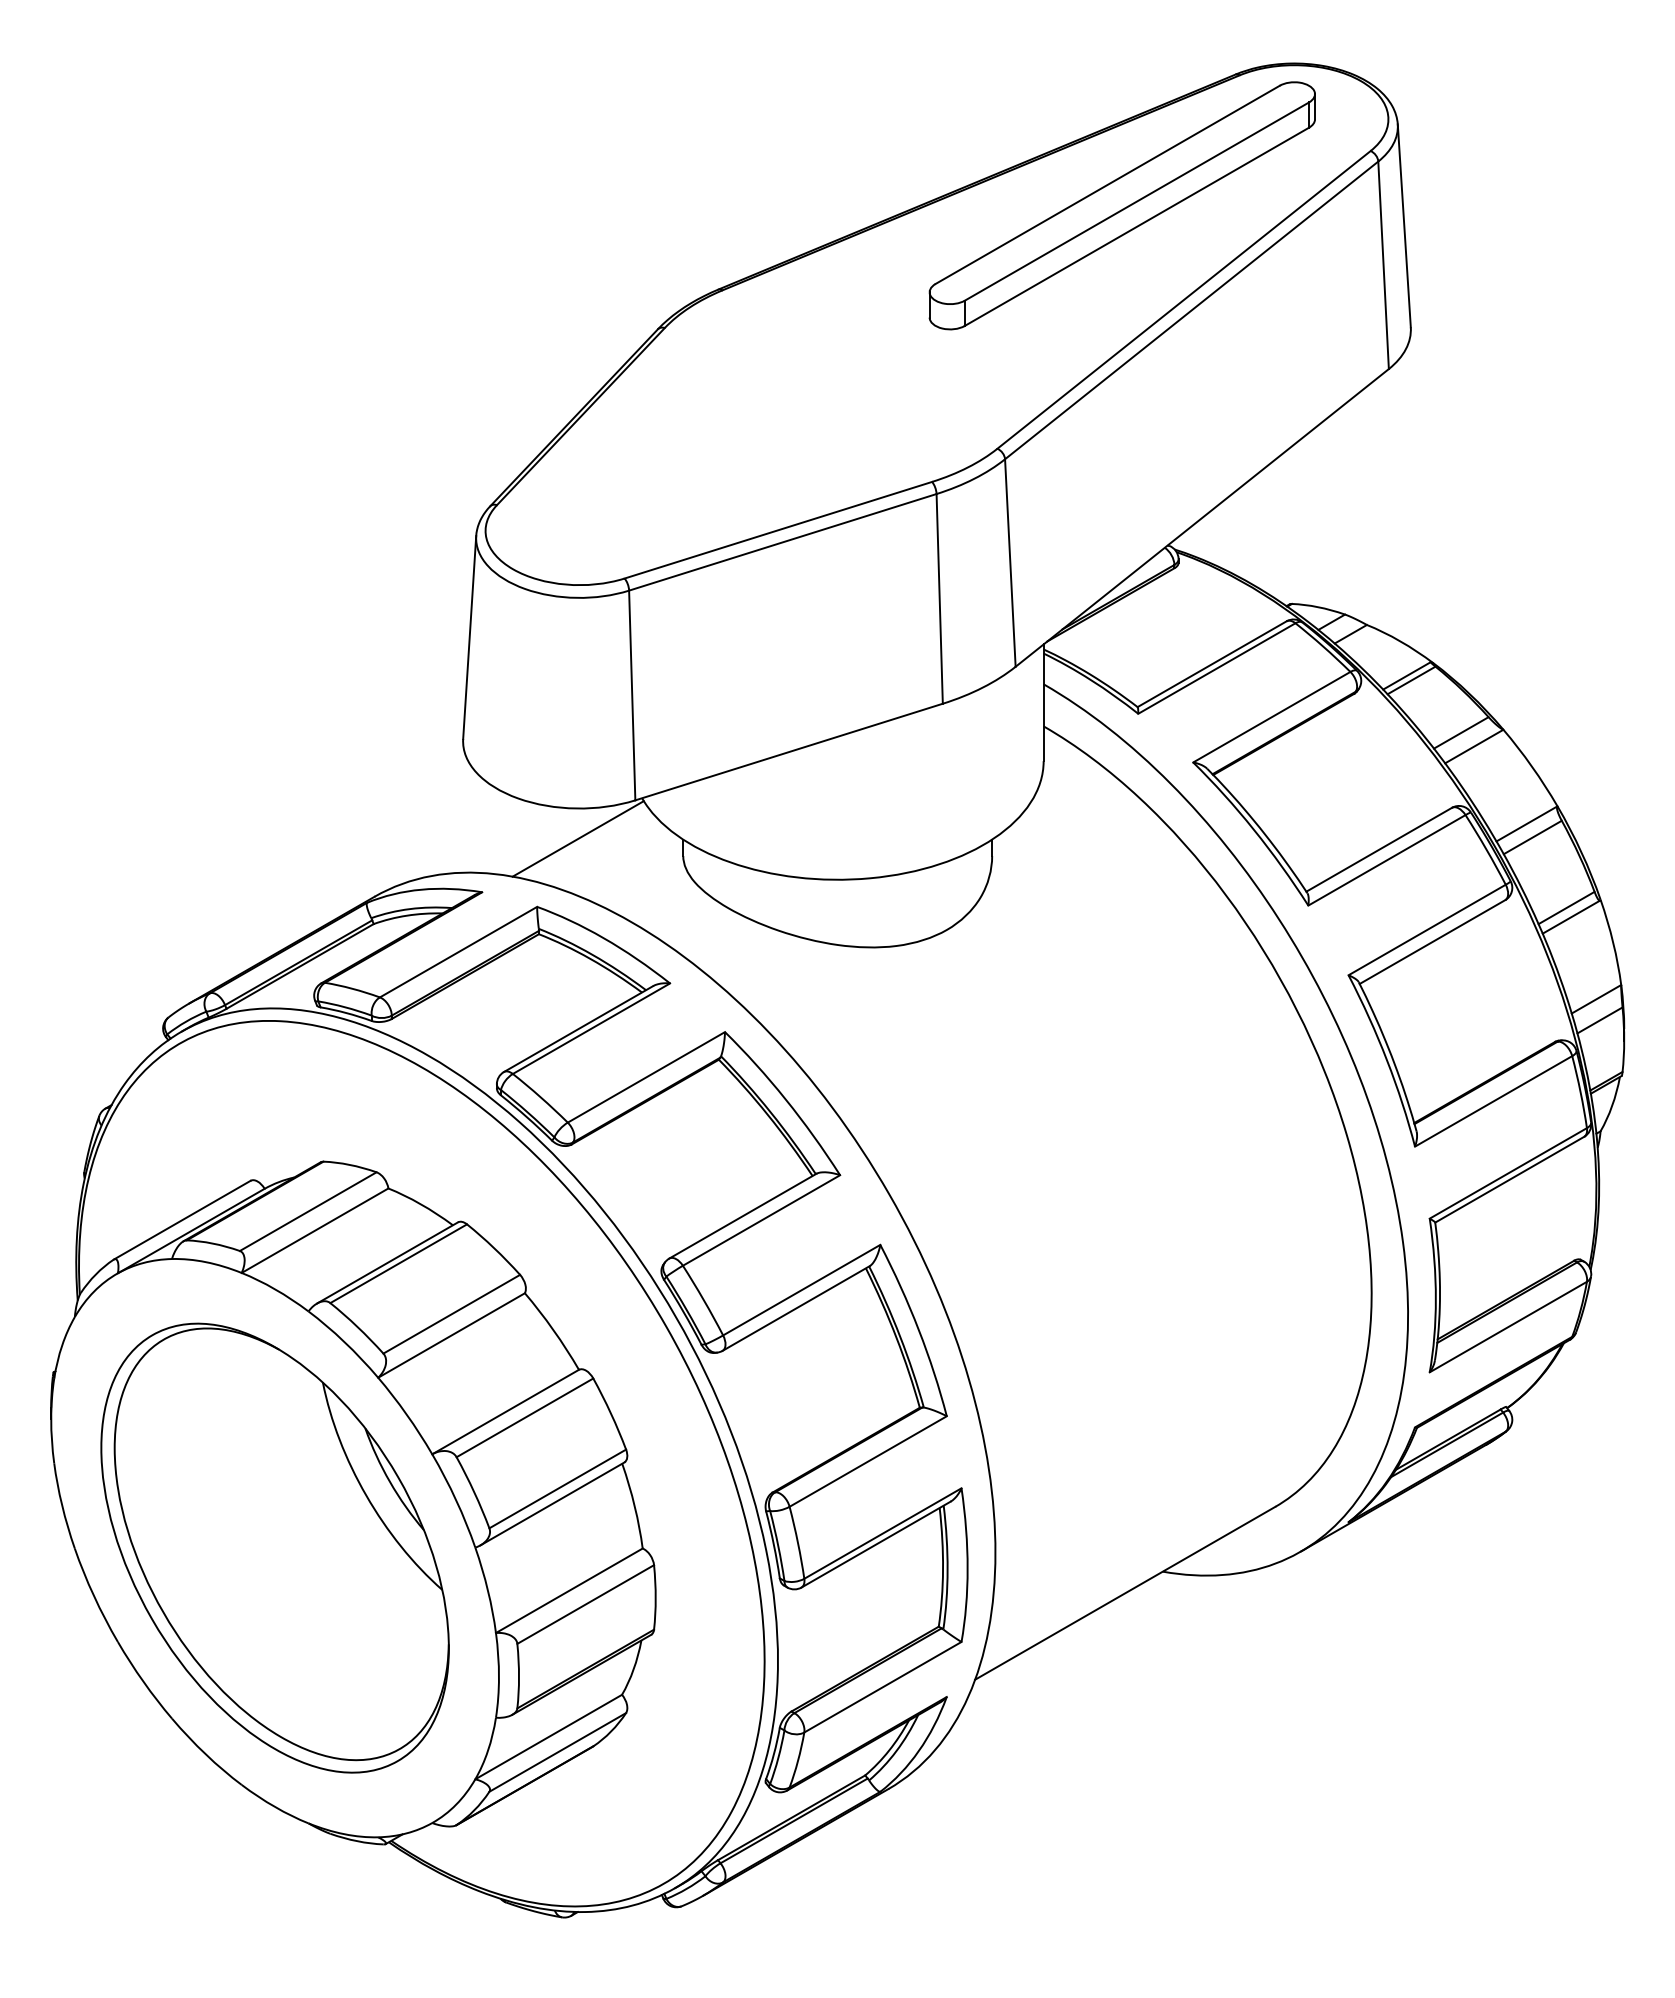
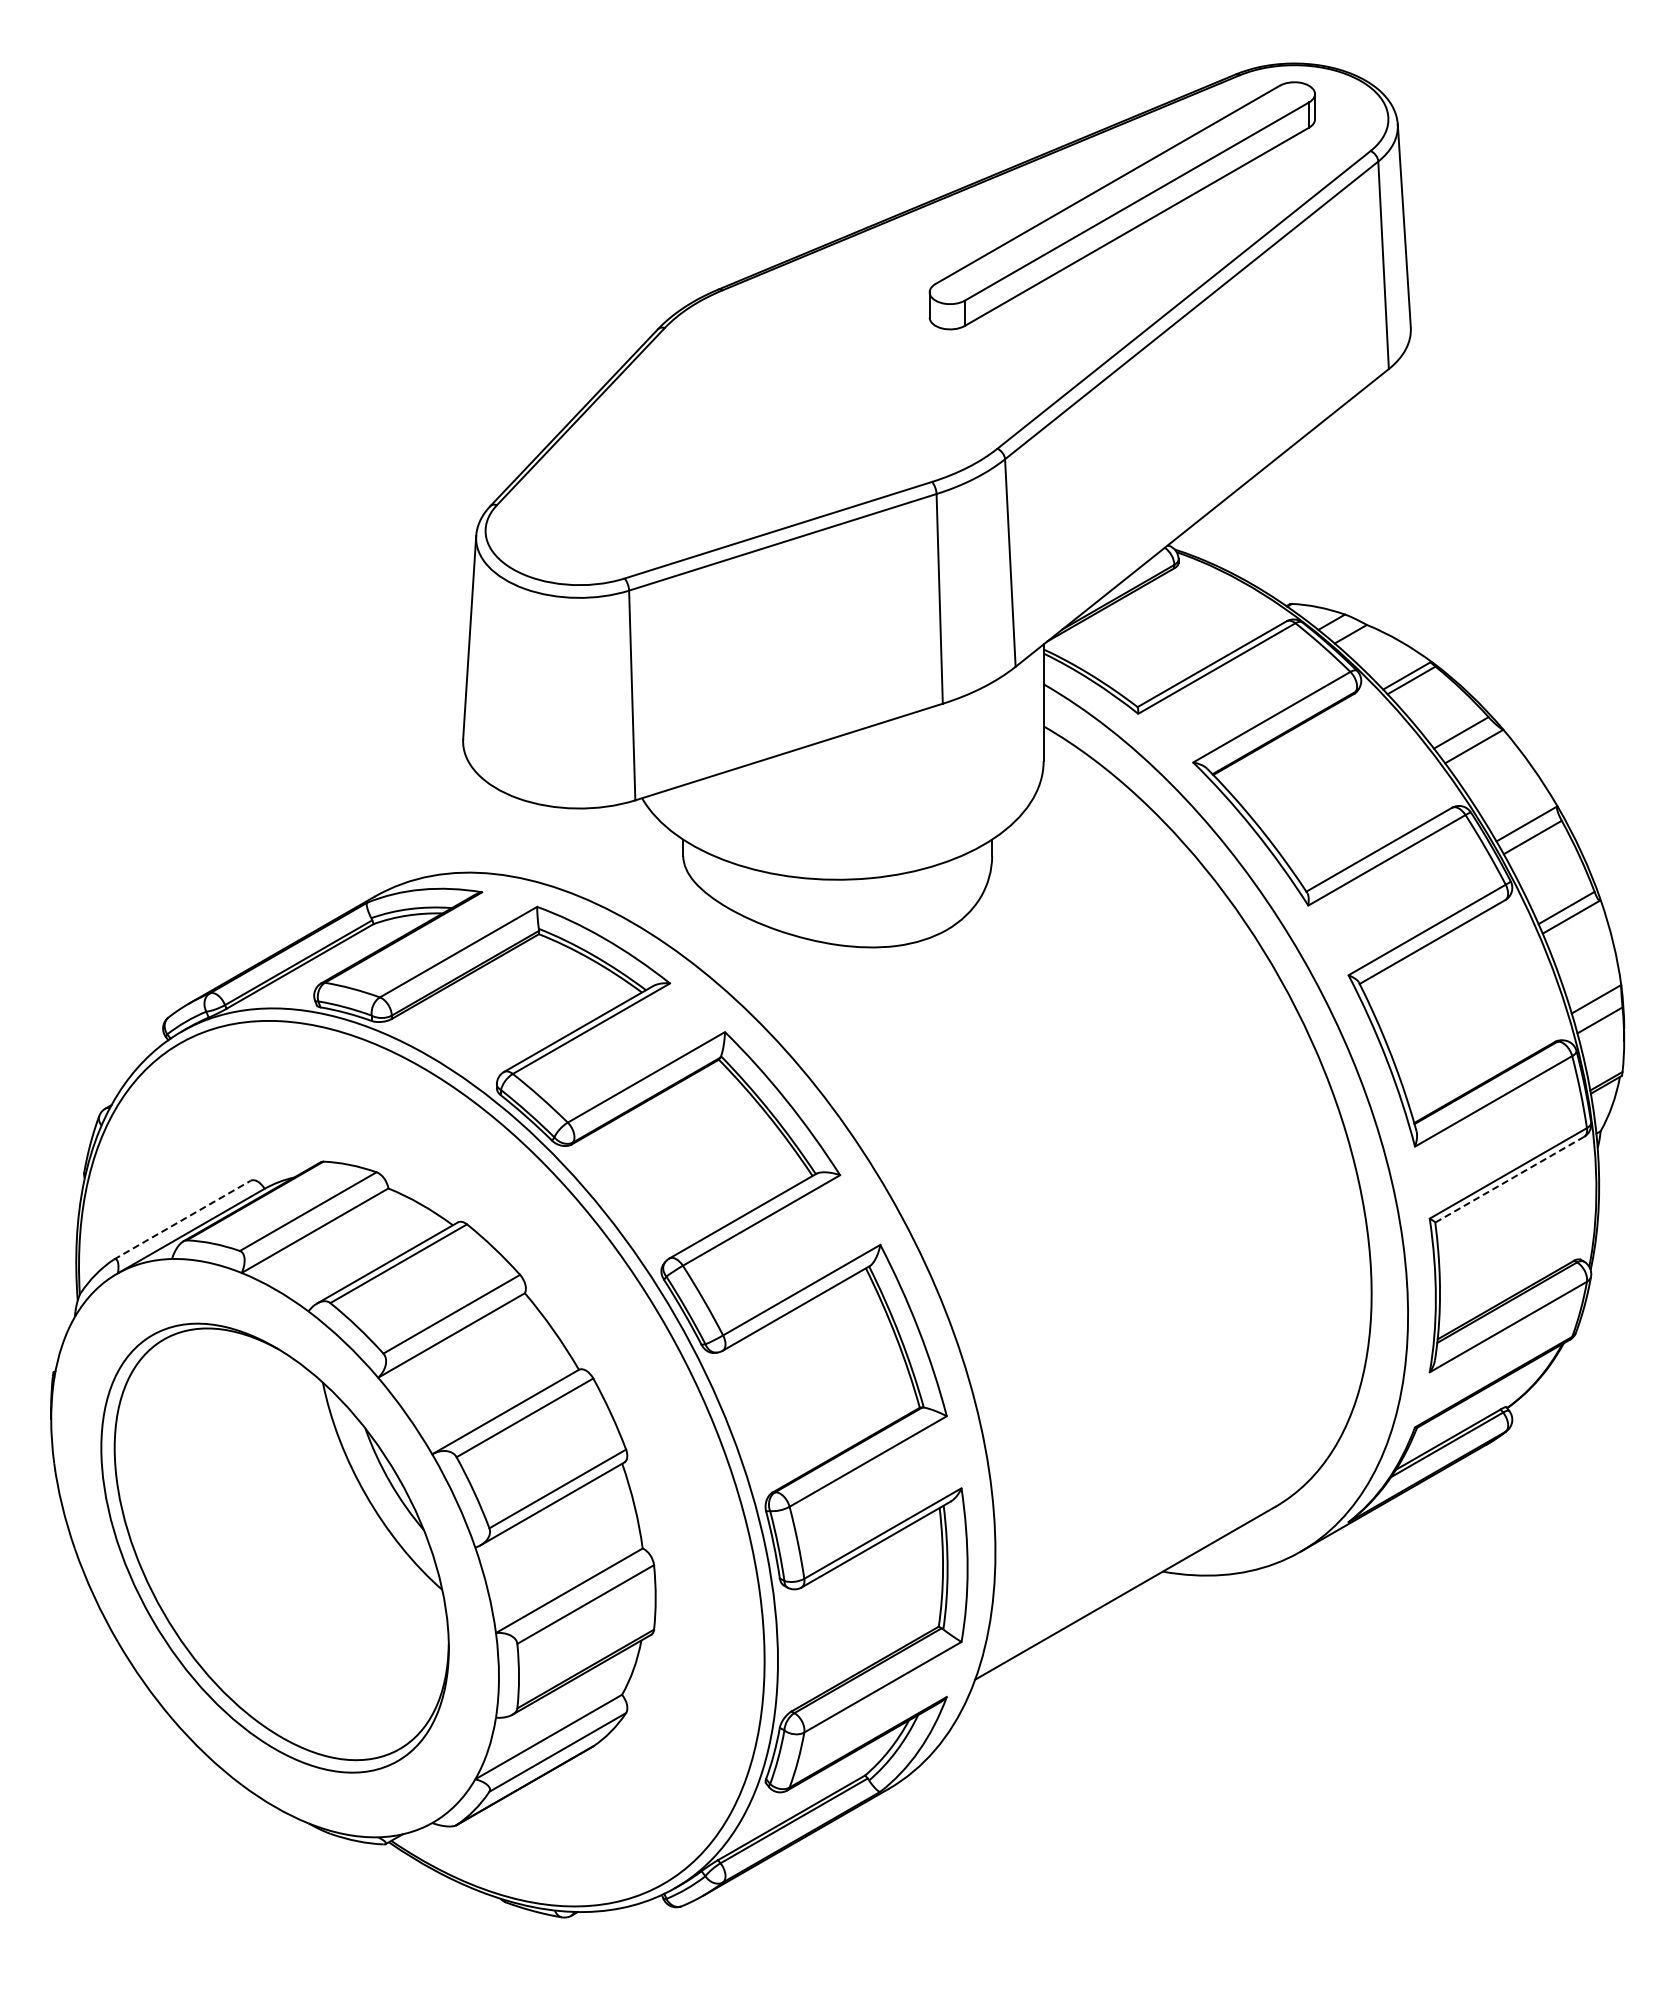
line at (577, 838): present -> none
line at (1509, 1179): solid -> dashed
line at (182, 1220): solid -> dashed
